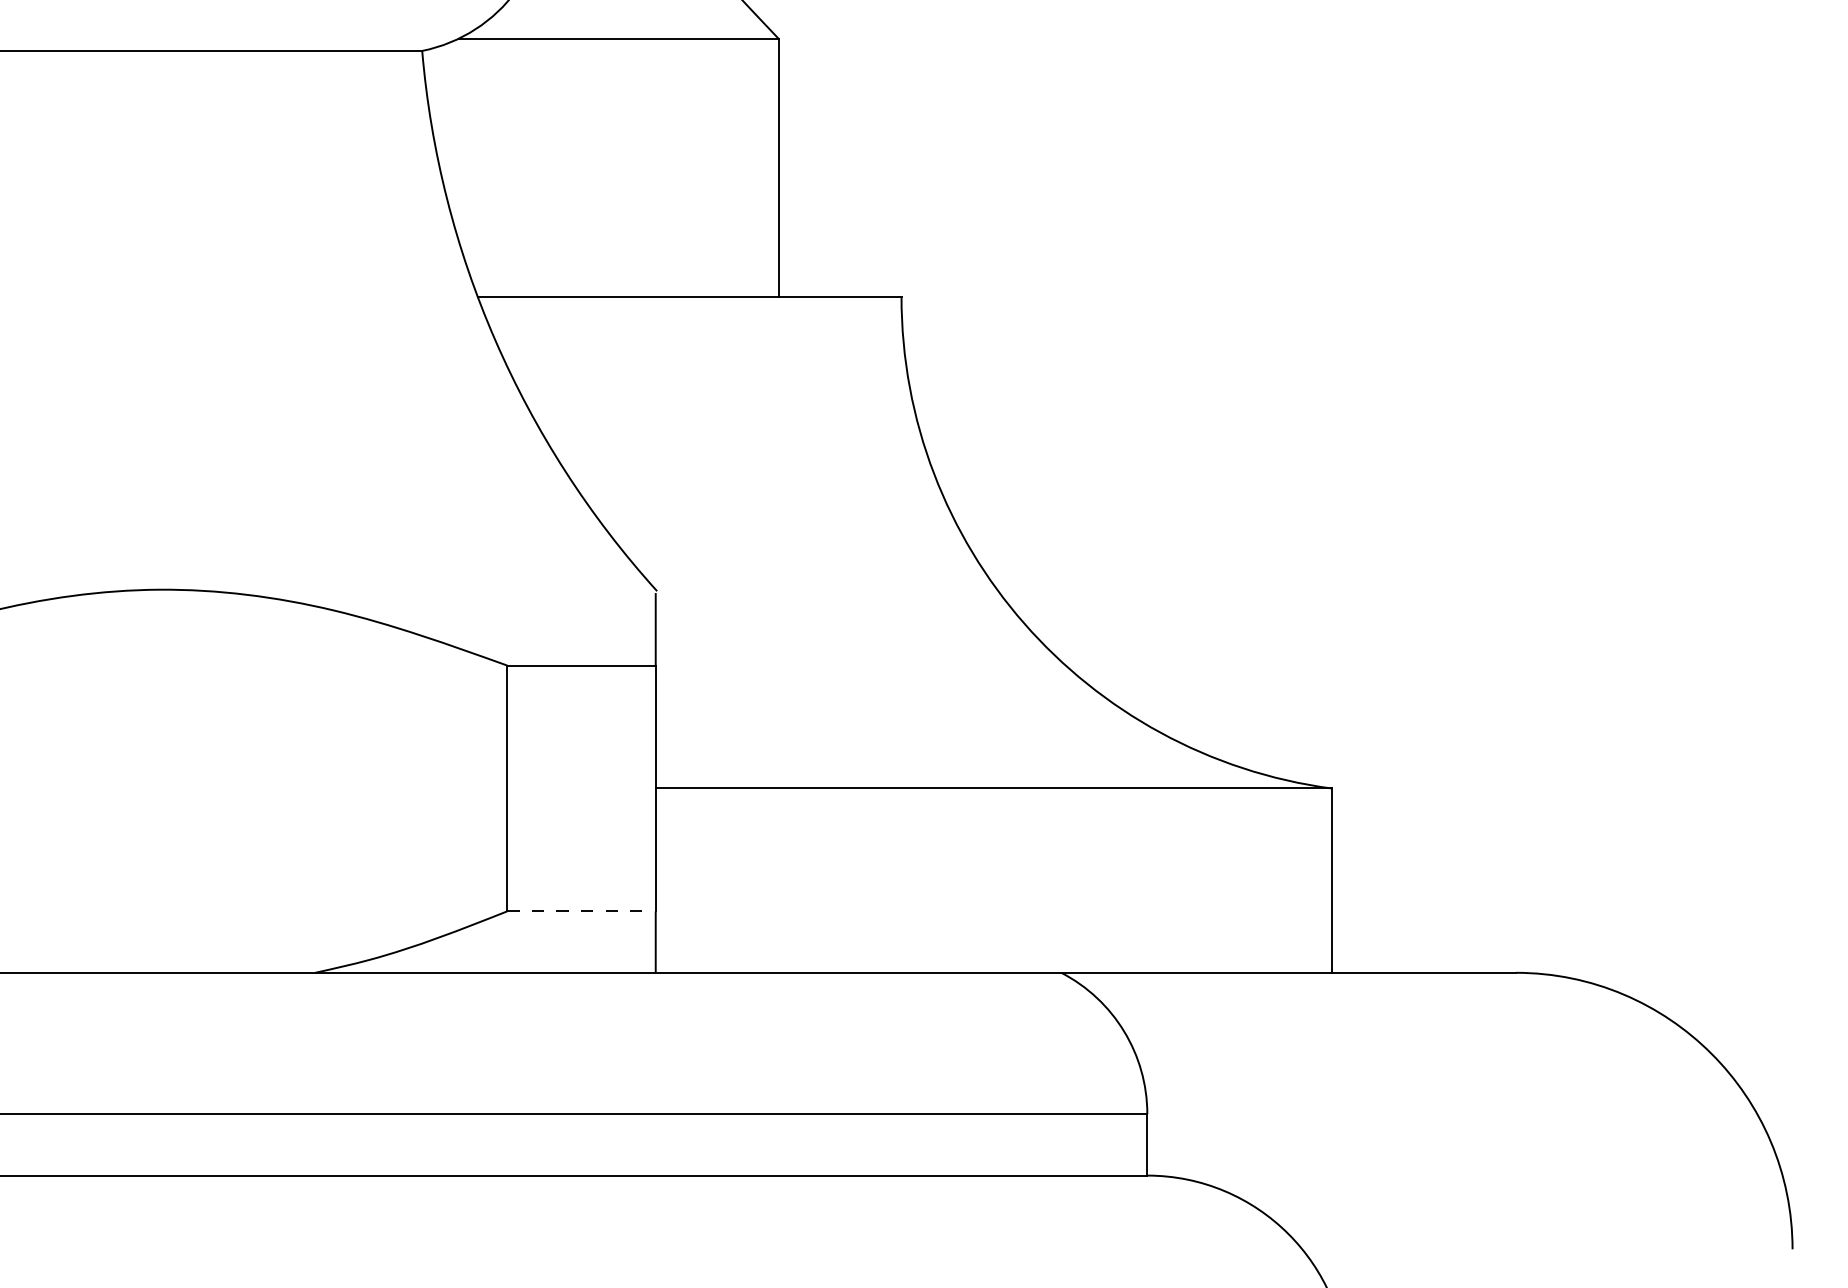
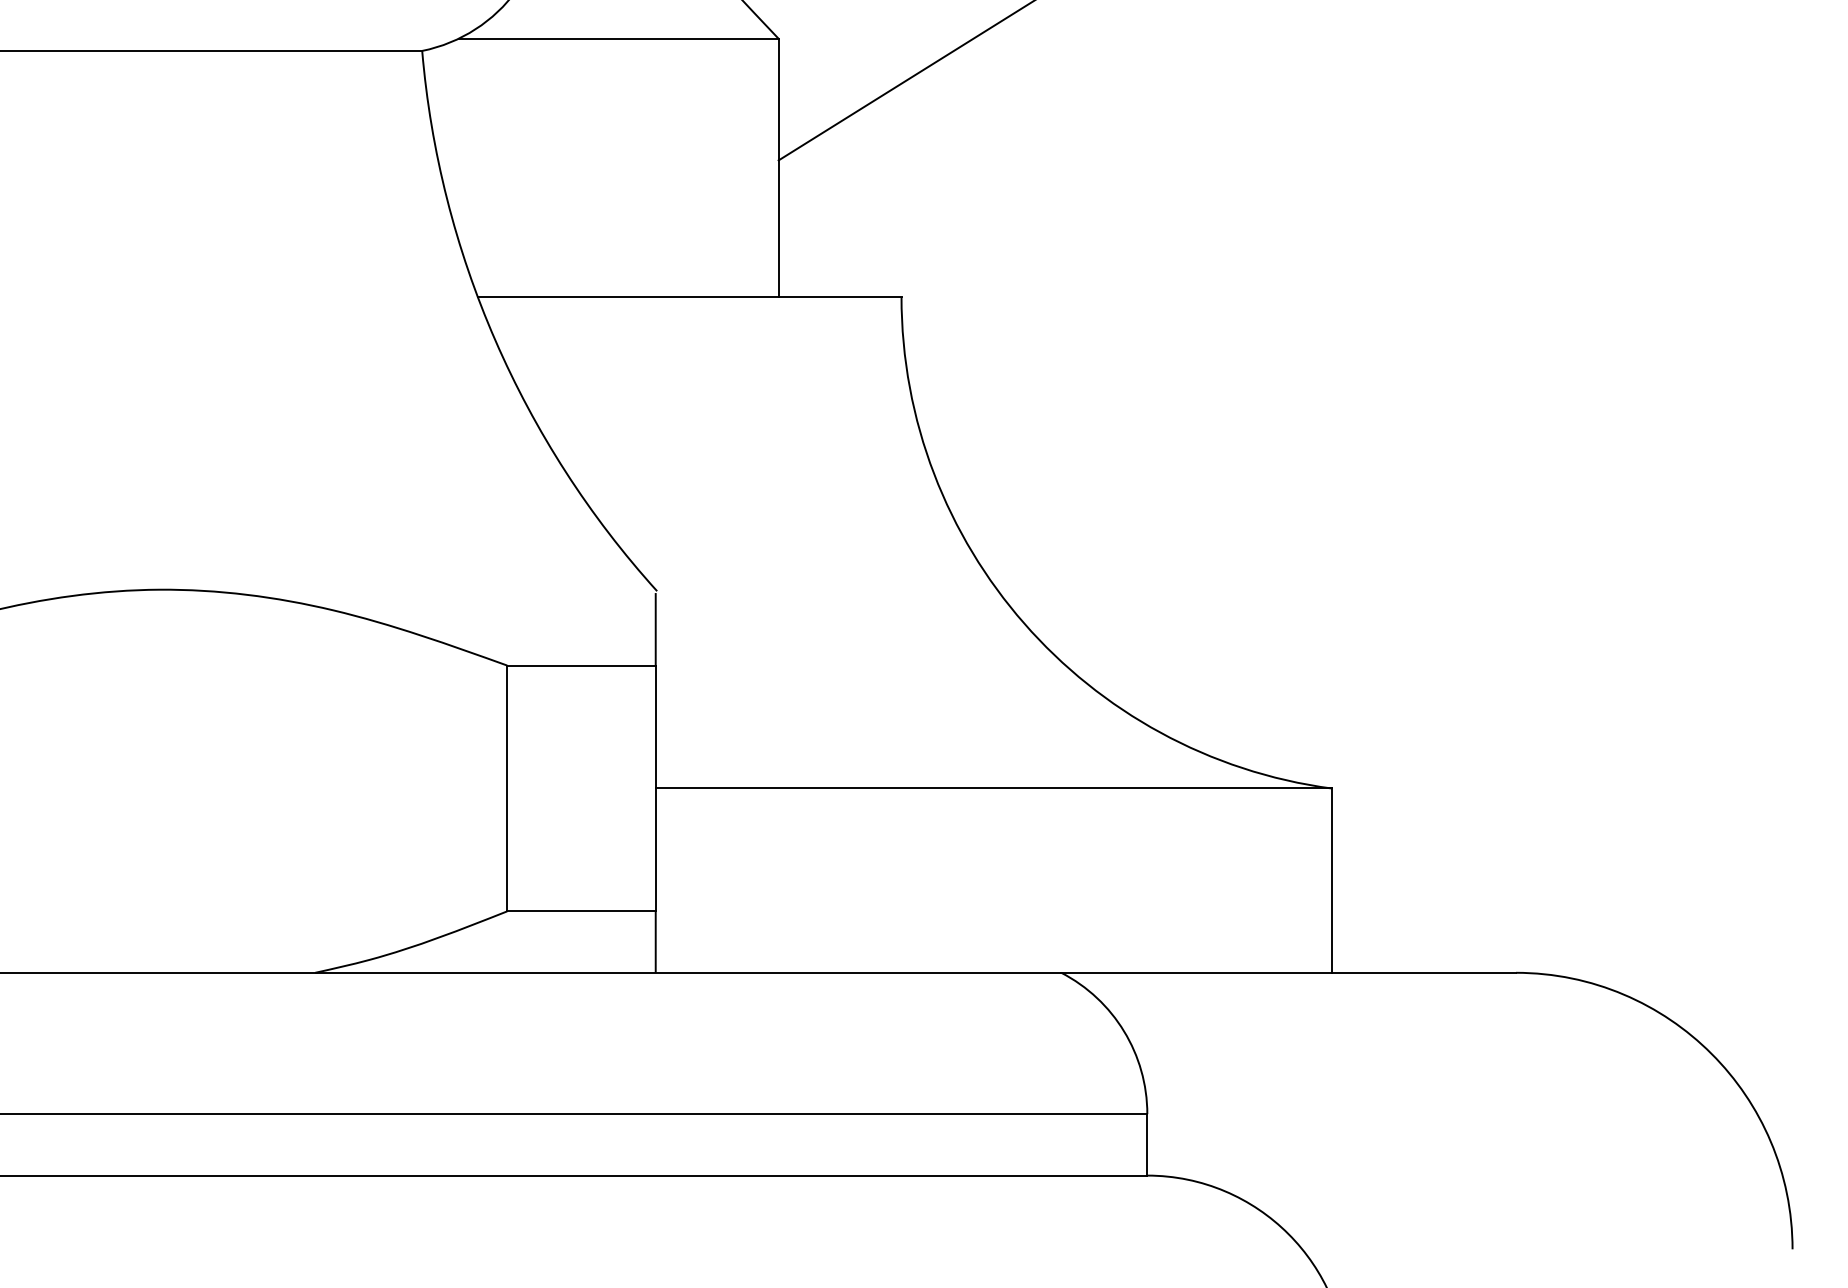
line at (904, 81): none -> present
line at (581, 911): dashed -> solid
